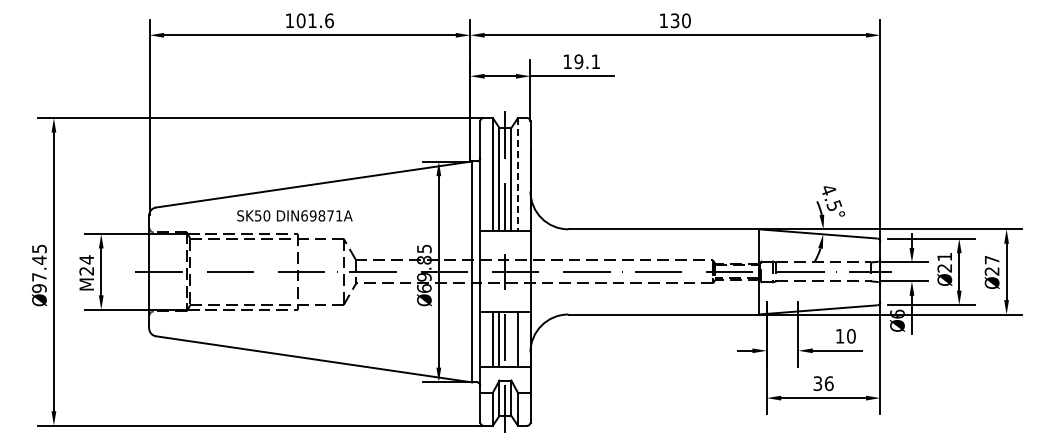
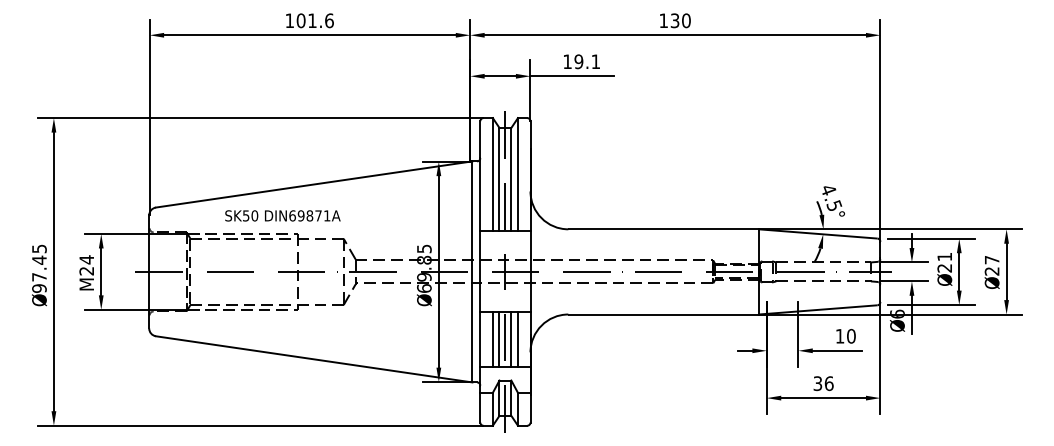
line at (517, 174): dashed -> solid
text at (294, 215) position: (294, 215) -> (282, 215)
line at (511, 339): none -> present
